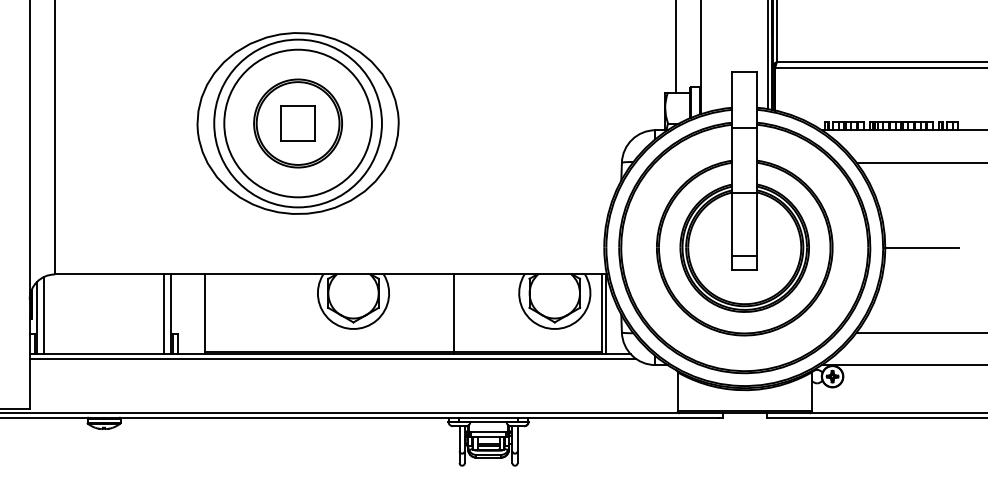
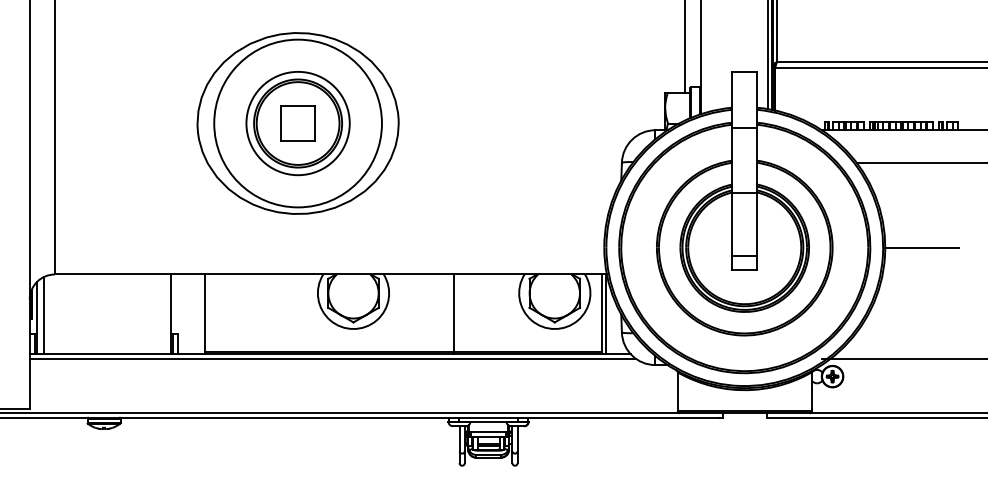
line at (675, 47) position: (675, 47) -> (684, 47)
circle at (297, 123) diameter: 148 px -> 103 px
line at (164, 314): present -> none
line at (920, 332): present -> none
line at (902, 365) position: (902, 365) -> (902, 359)
